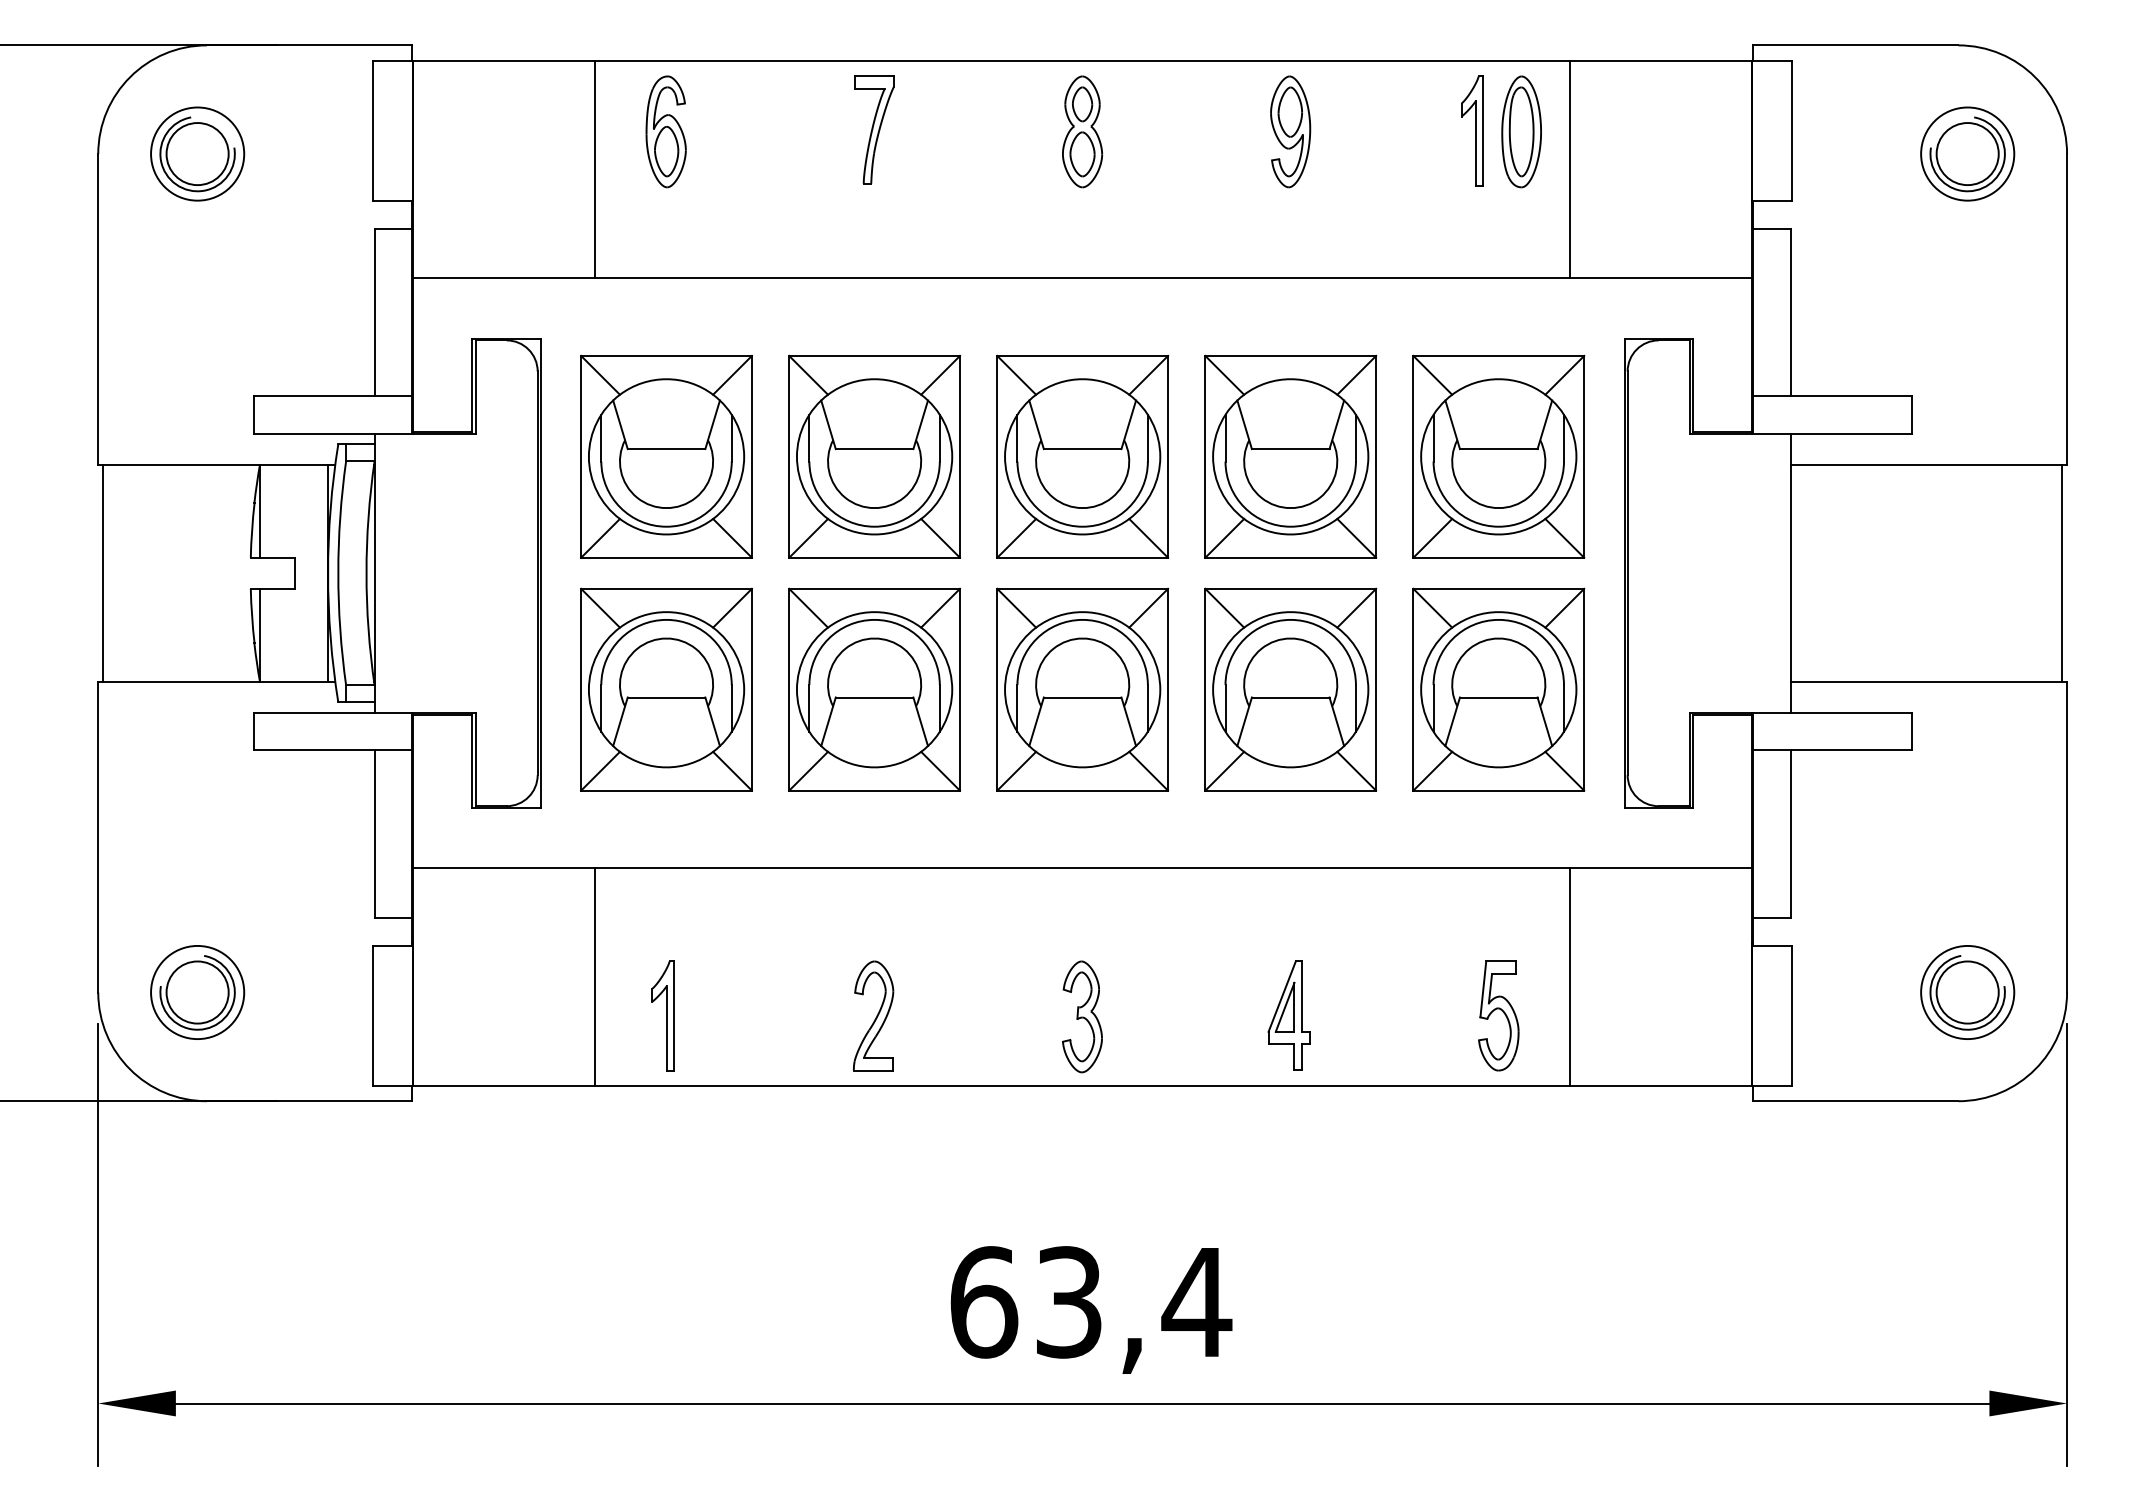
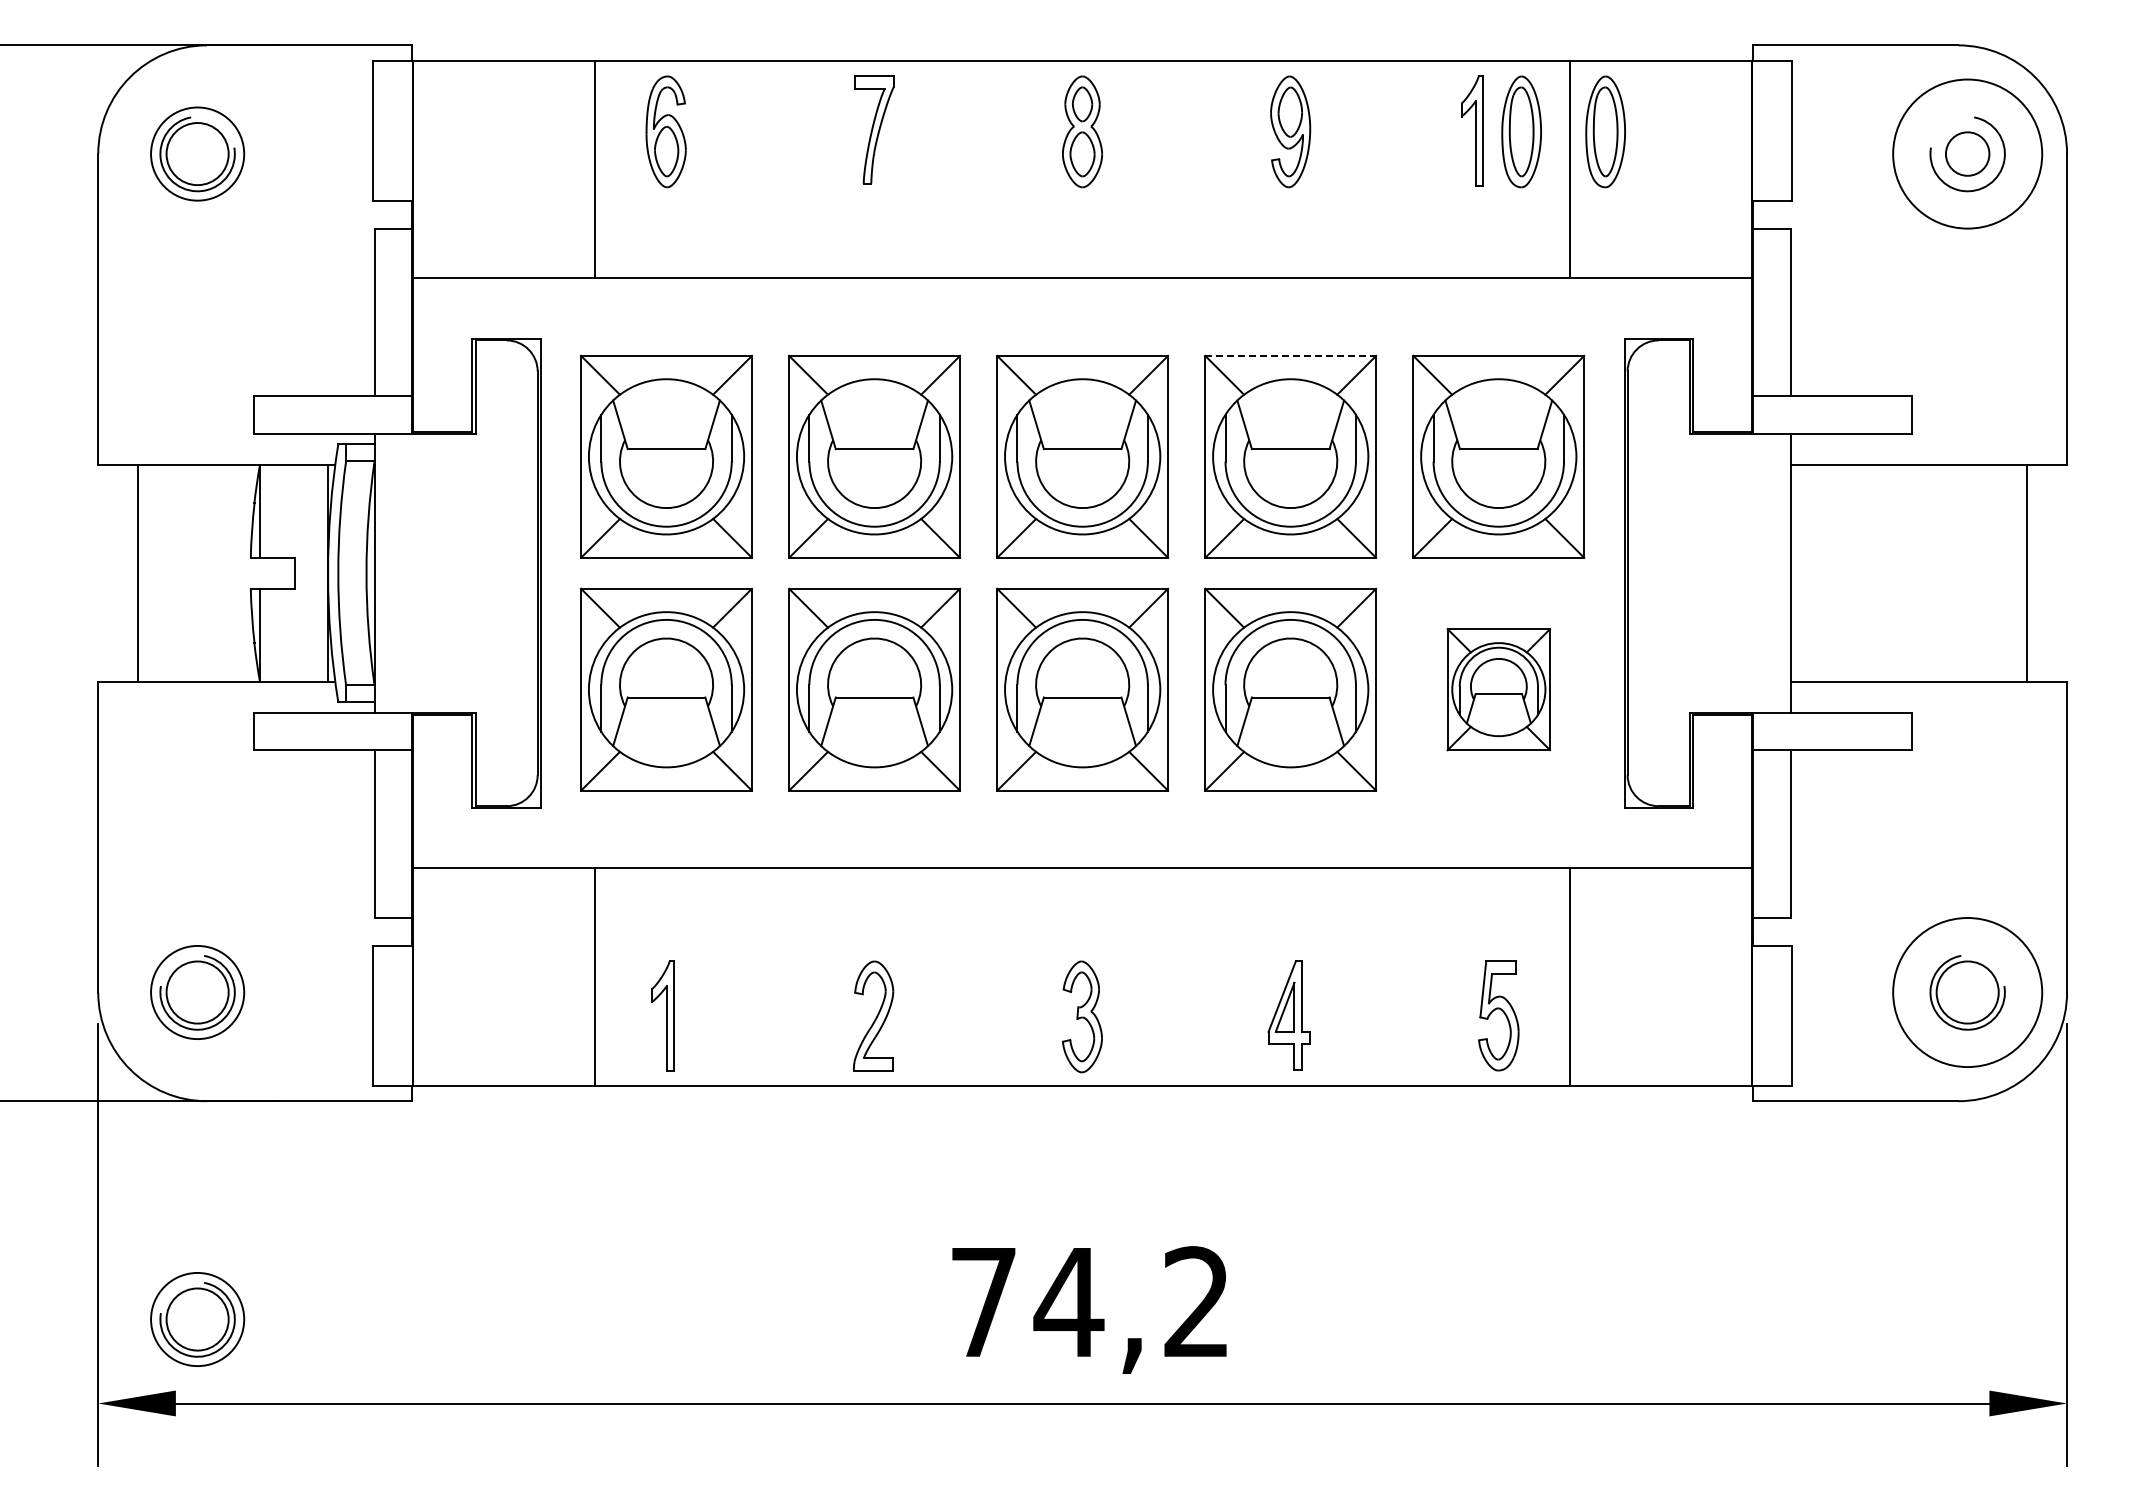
part at (1605, 131): none -> present
circle at (1967, 153) diameter: 93 px -> 149 px
circle at (1967, 154) diameter: 62 px -> 43 px
line at (1291, 355): solid -> dashed
line at (102, 573) position: (102, 573) -> (137, 573)
line at (2062, 573) position: (2062, 573) -> (2027, 573)
part at (1498, 689) size: 174x205 px -> 106x124 px
circle at (1967, 992) diameter: 93 px -> 149 px
text at (1091, 1302): 63,4 -> 74,2
part at (197, 1319): none -> present
